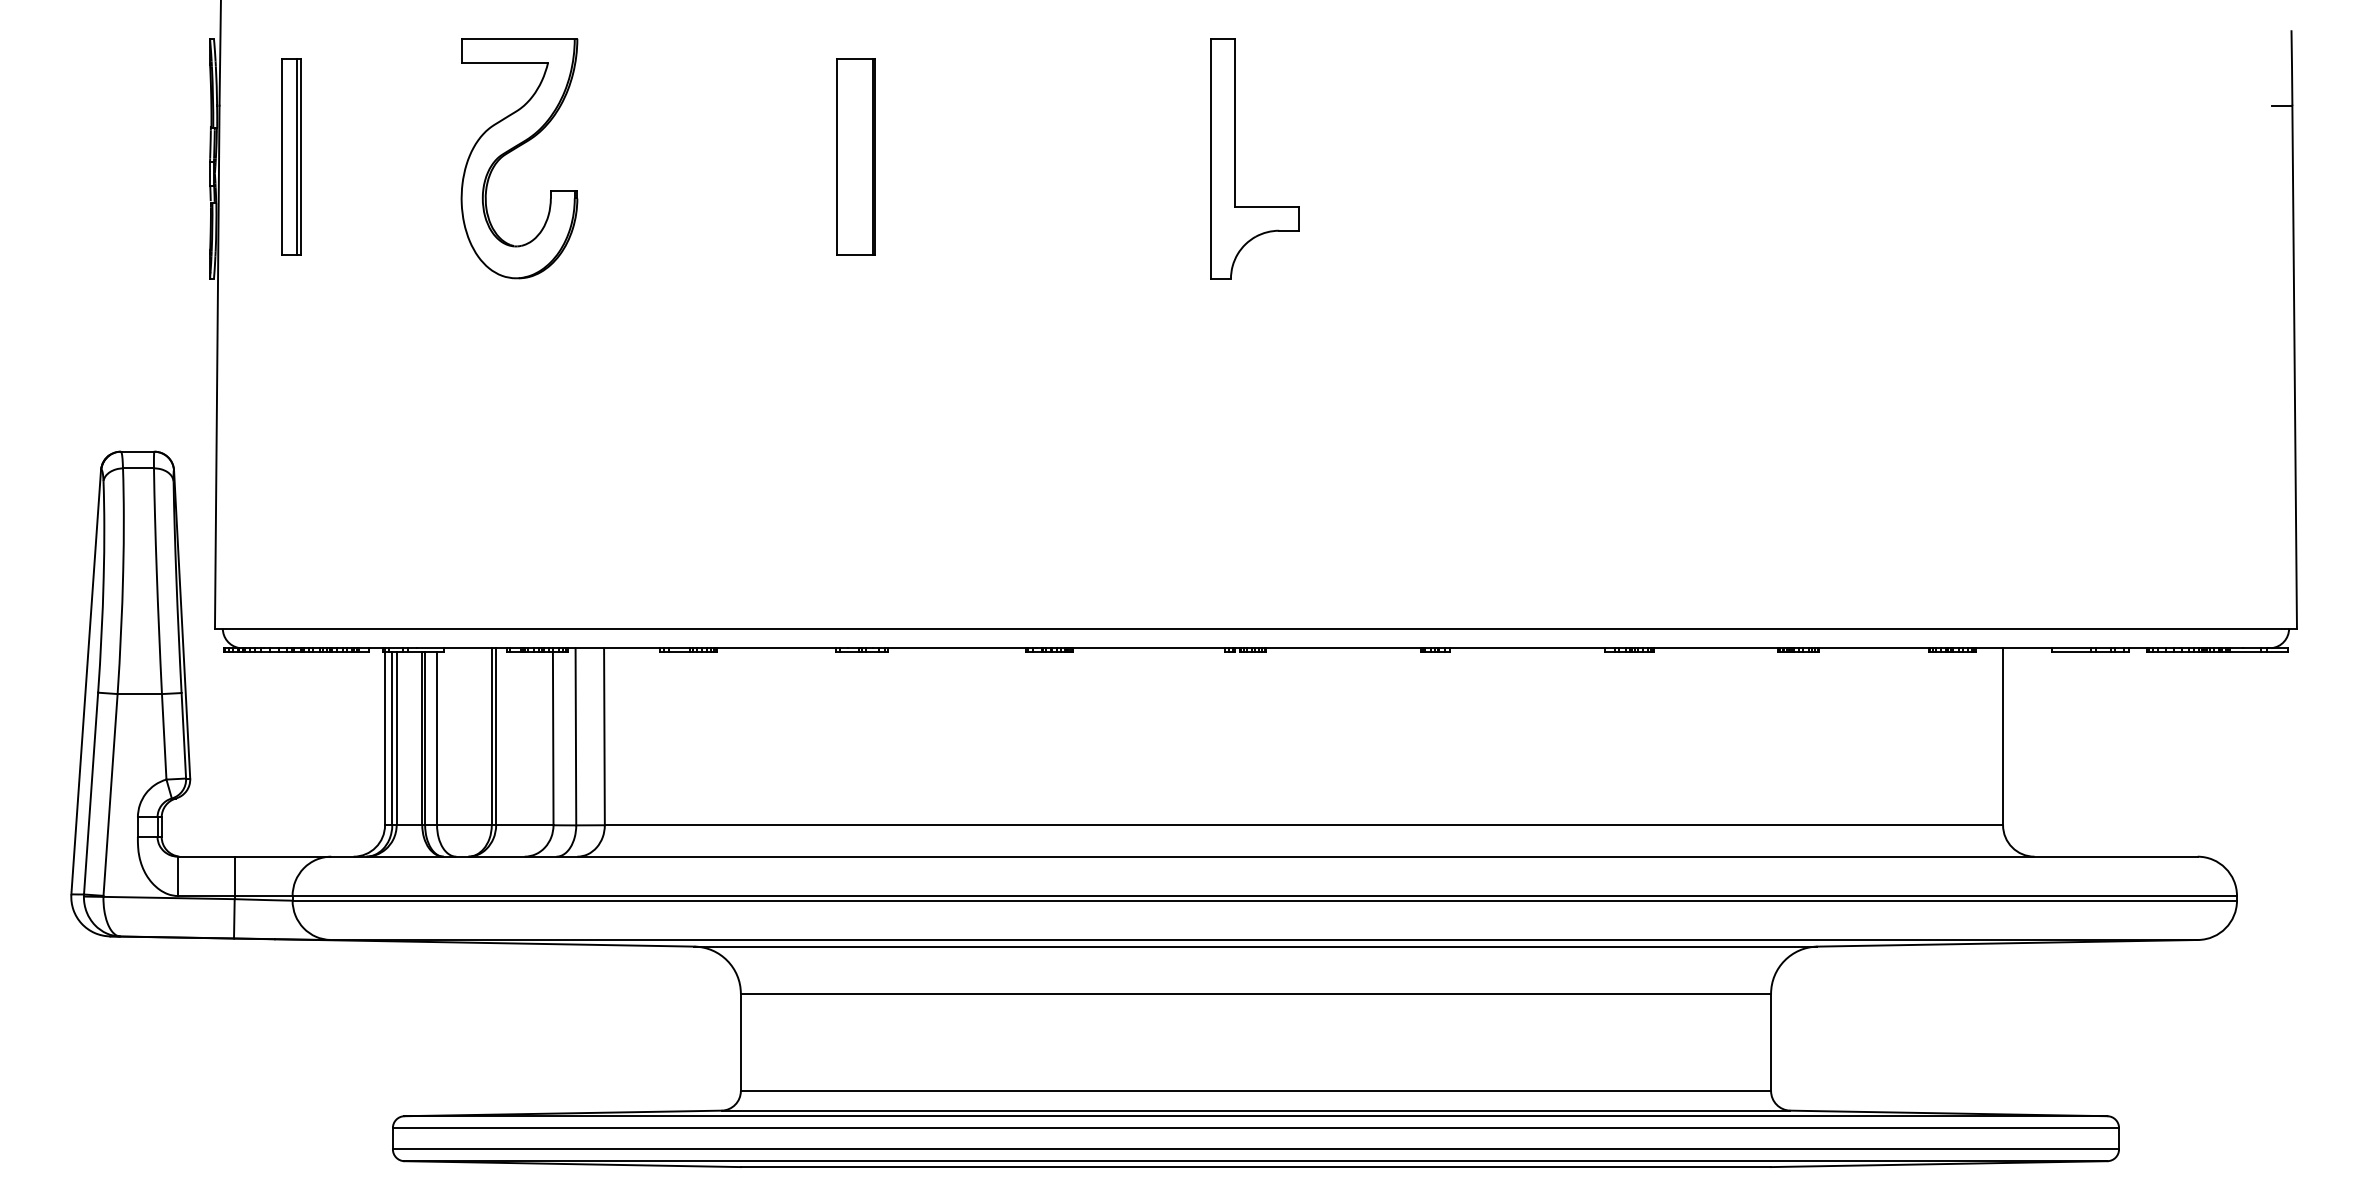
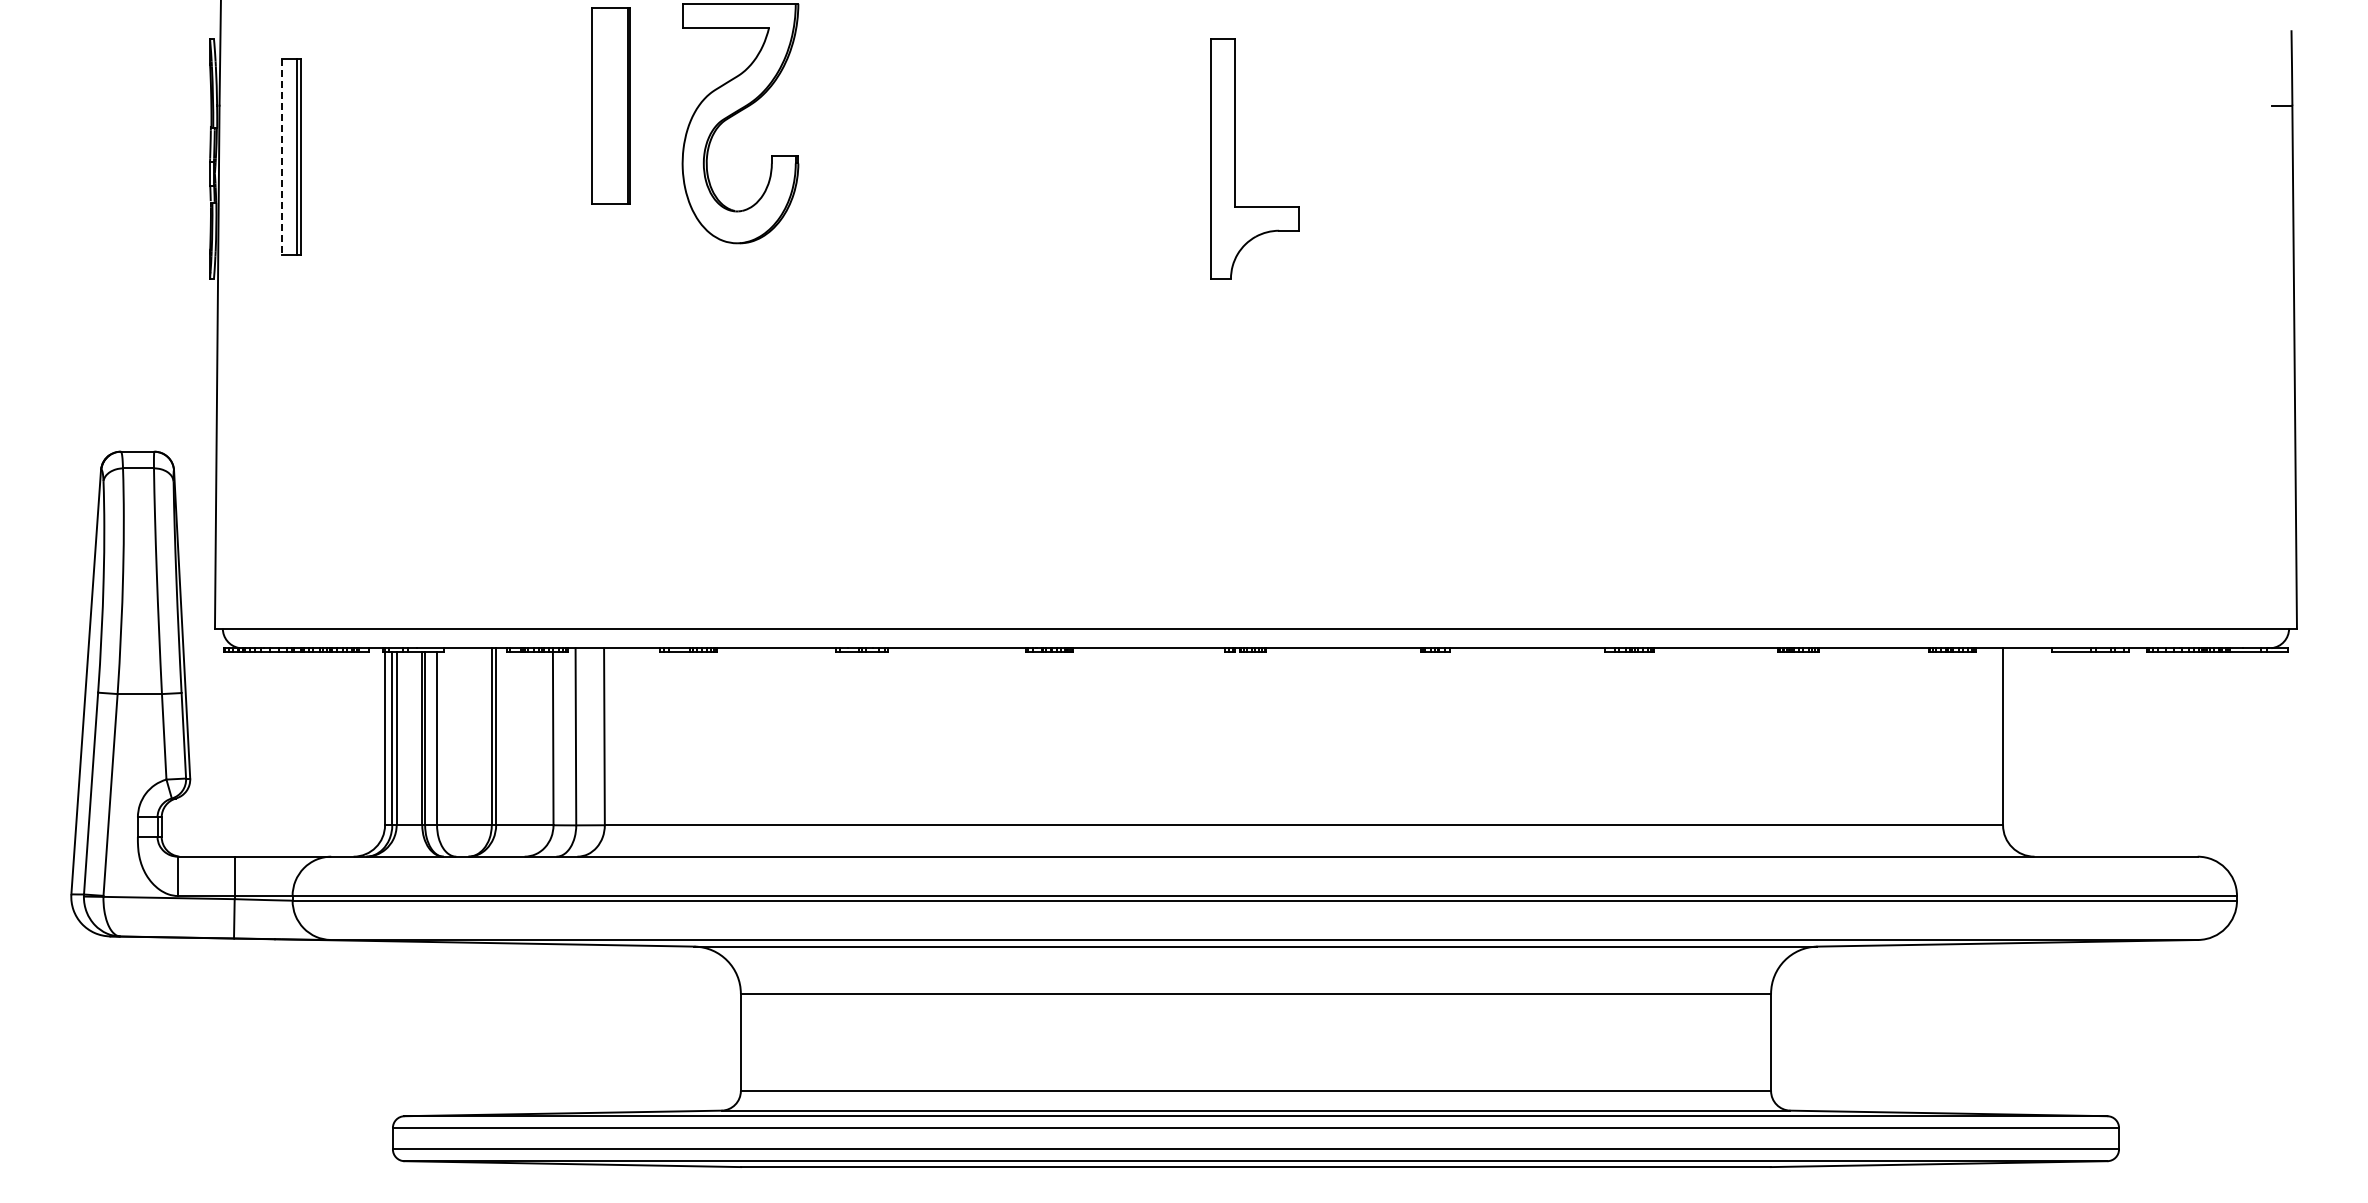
part at (515, 149) position: (515, 149) -> (736, 114)
part at (855, 156) position: (855, 156) -> (610, 105)
line at (282, 157): solid -> dashed
